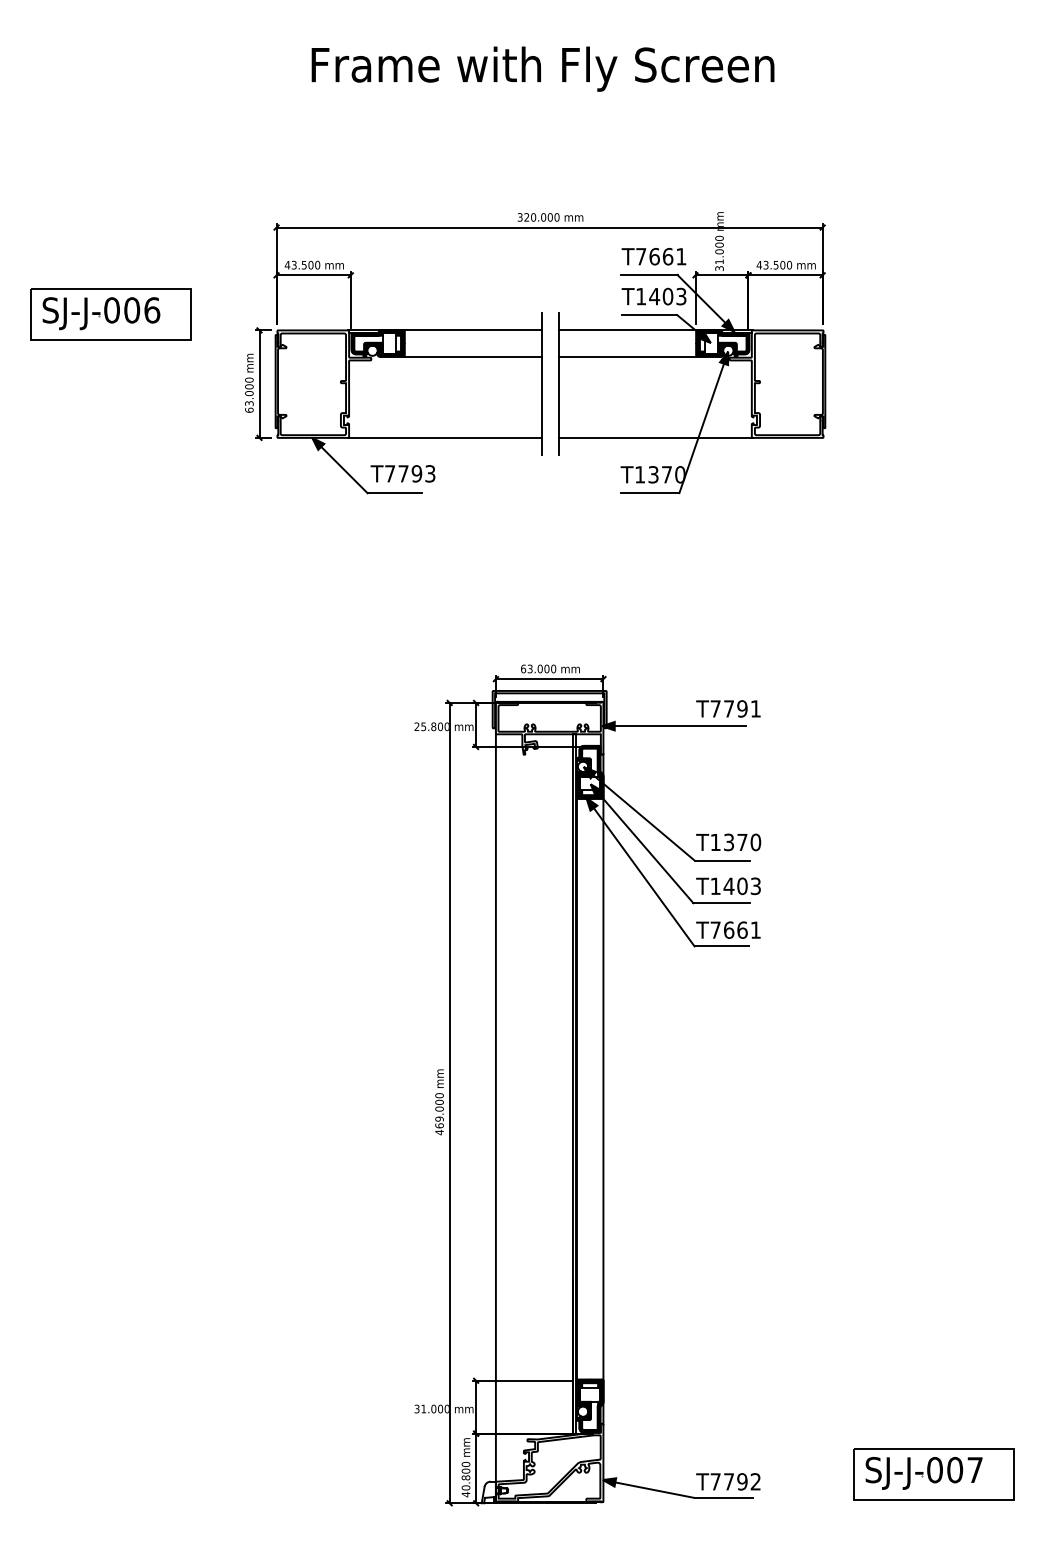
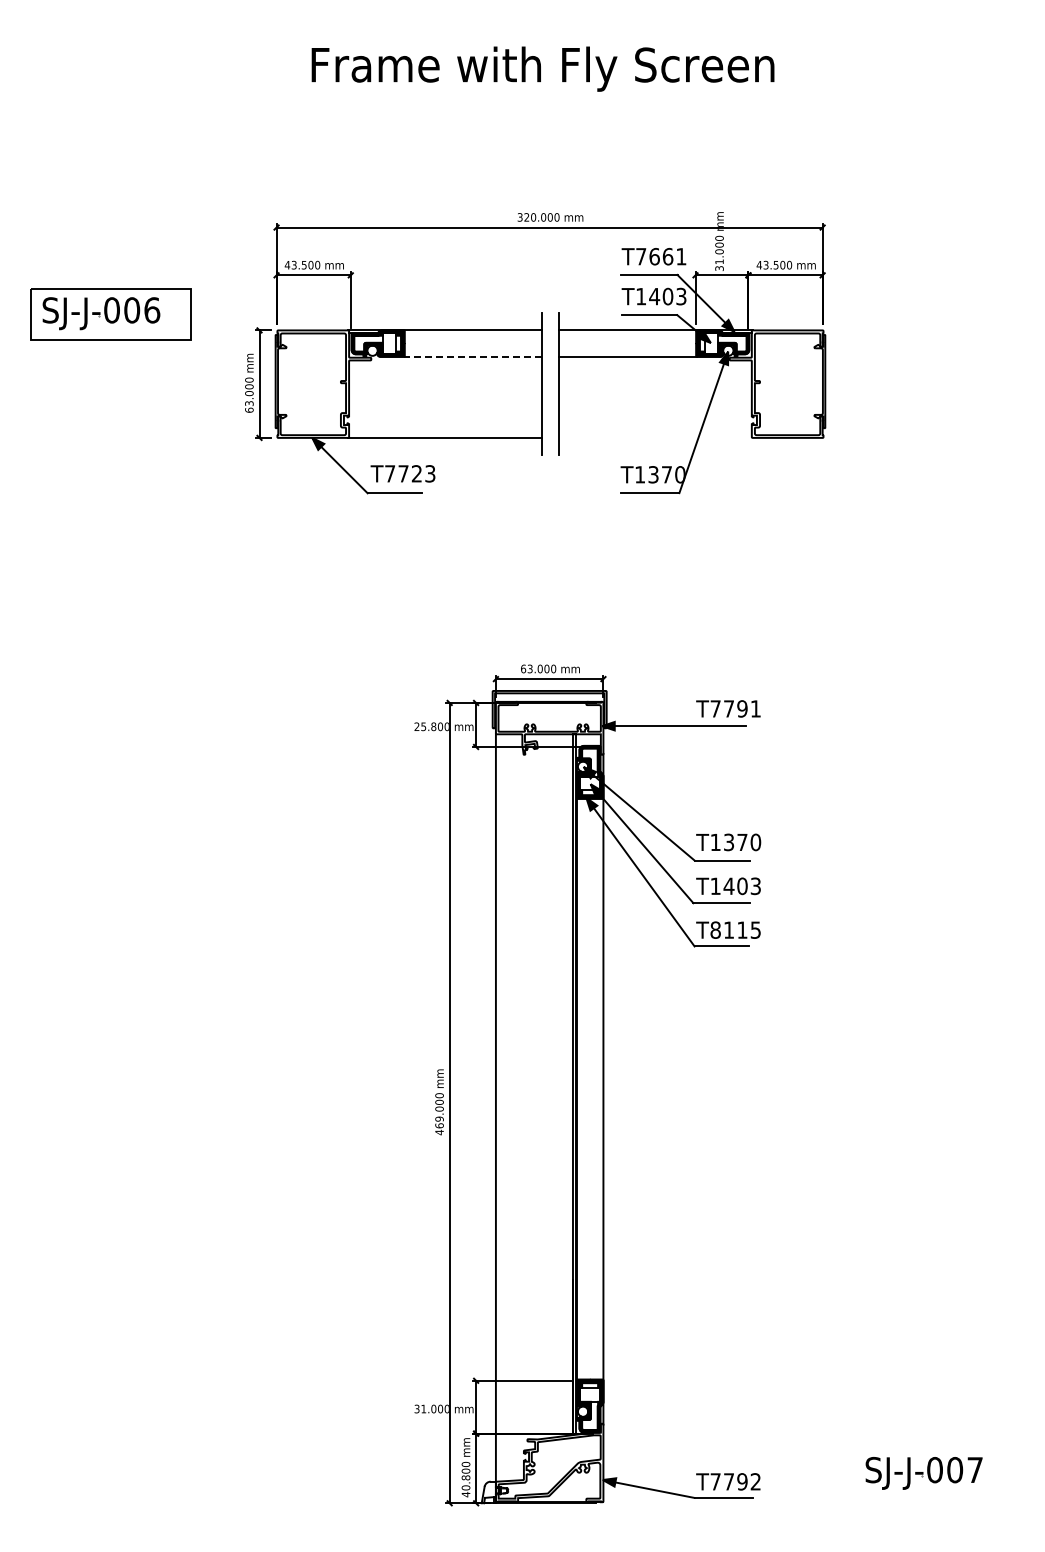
line at (472, 356): solid -> dashed
line at (655, 437): present -> none
text at (416, 473): T7793 -> T7723
text at (735, 929): T7661 -> T8115
part at (933, 1474): present -> none
